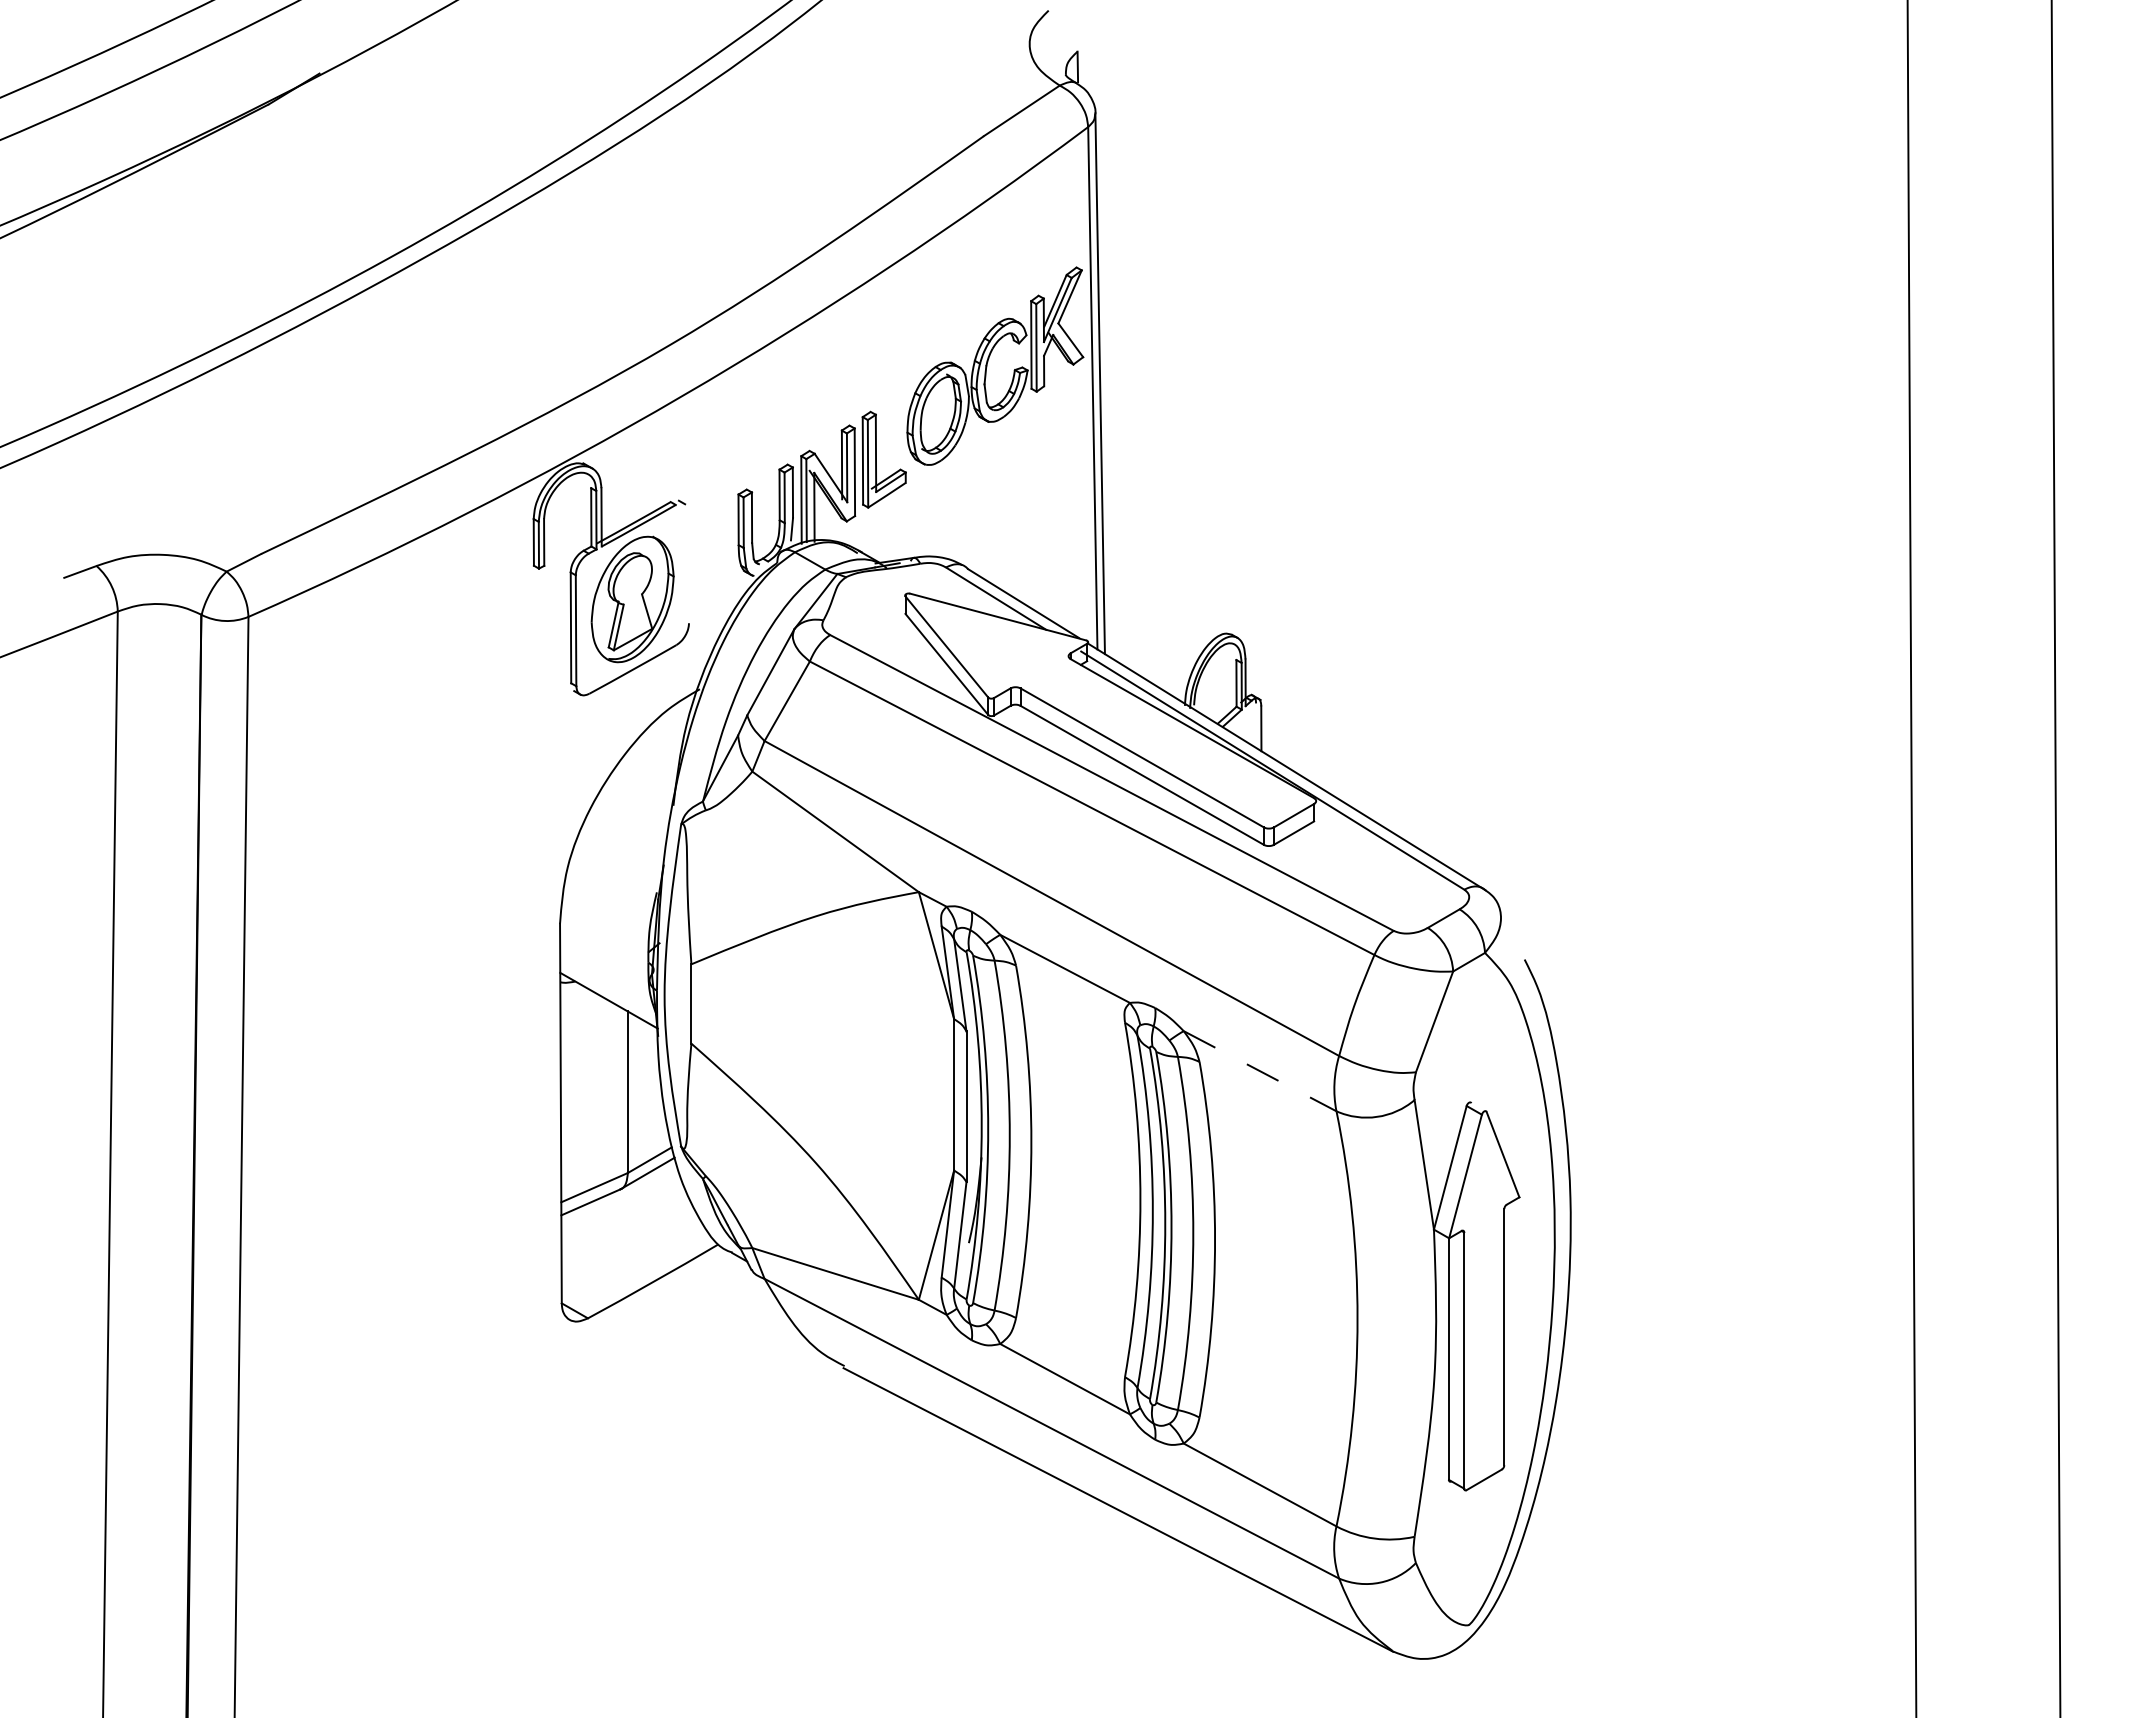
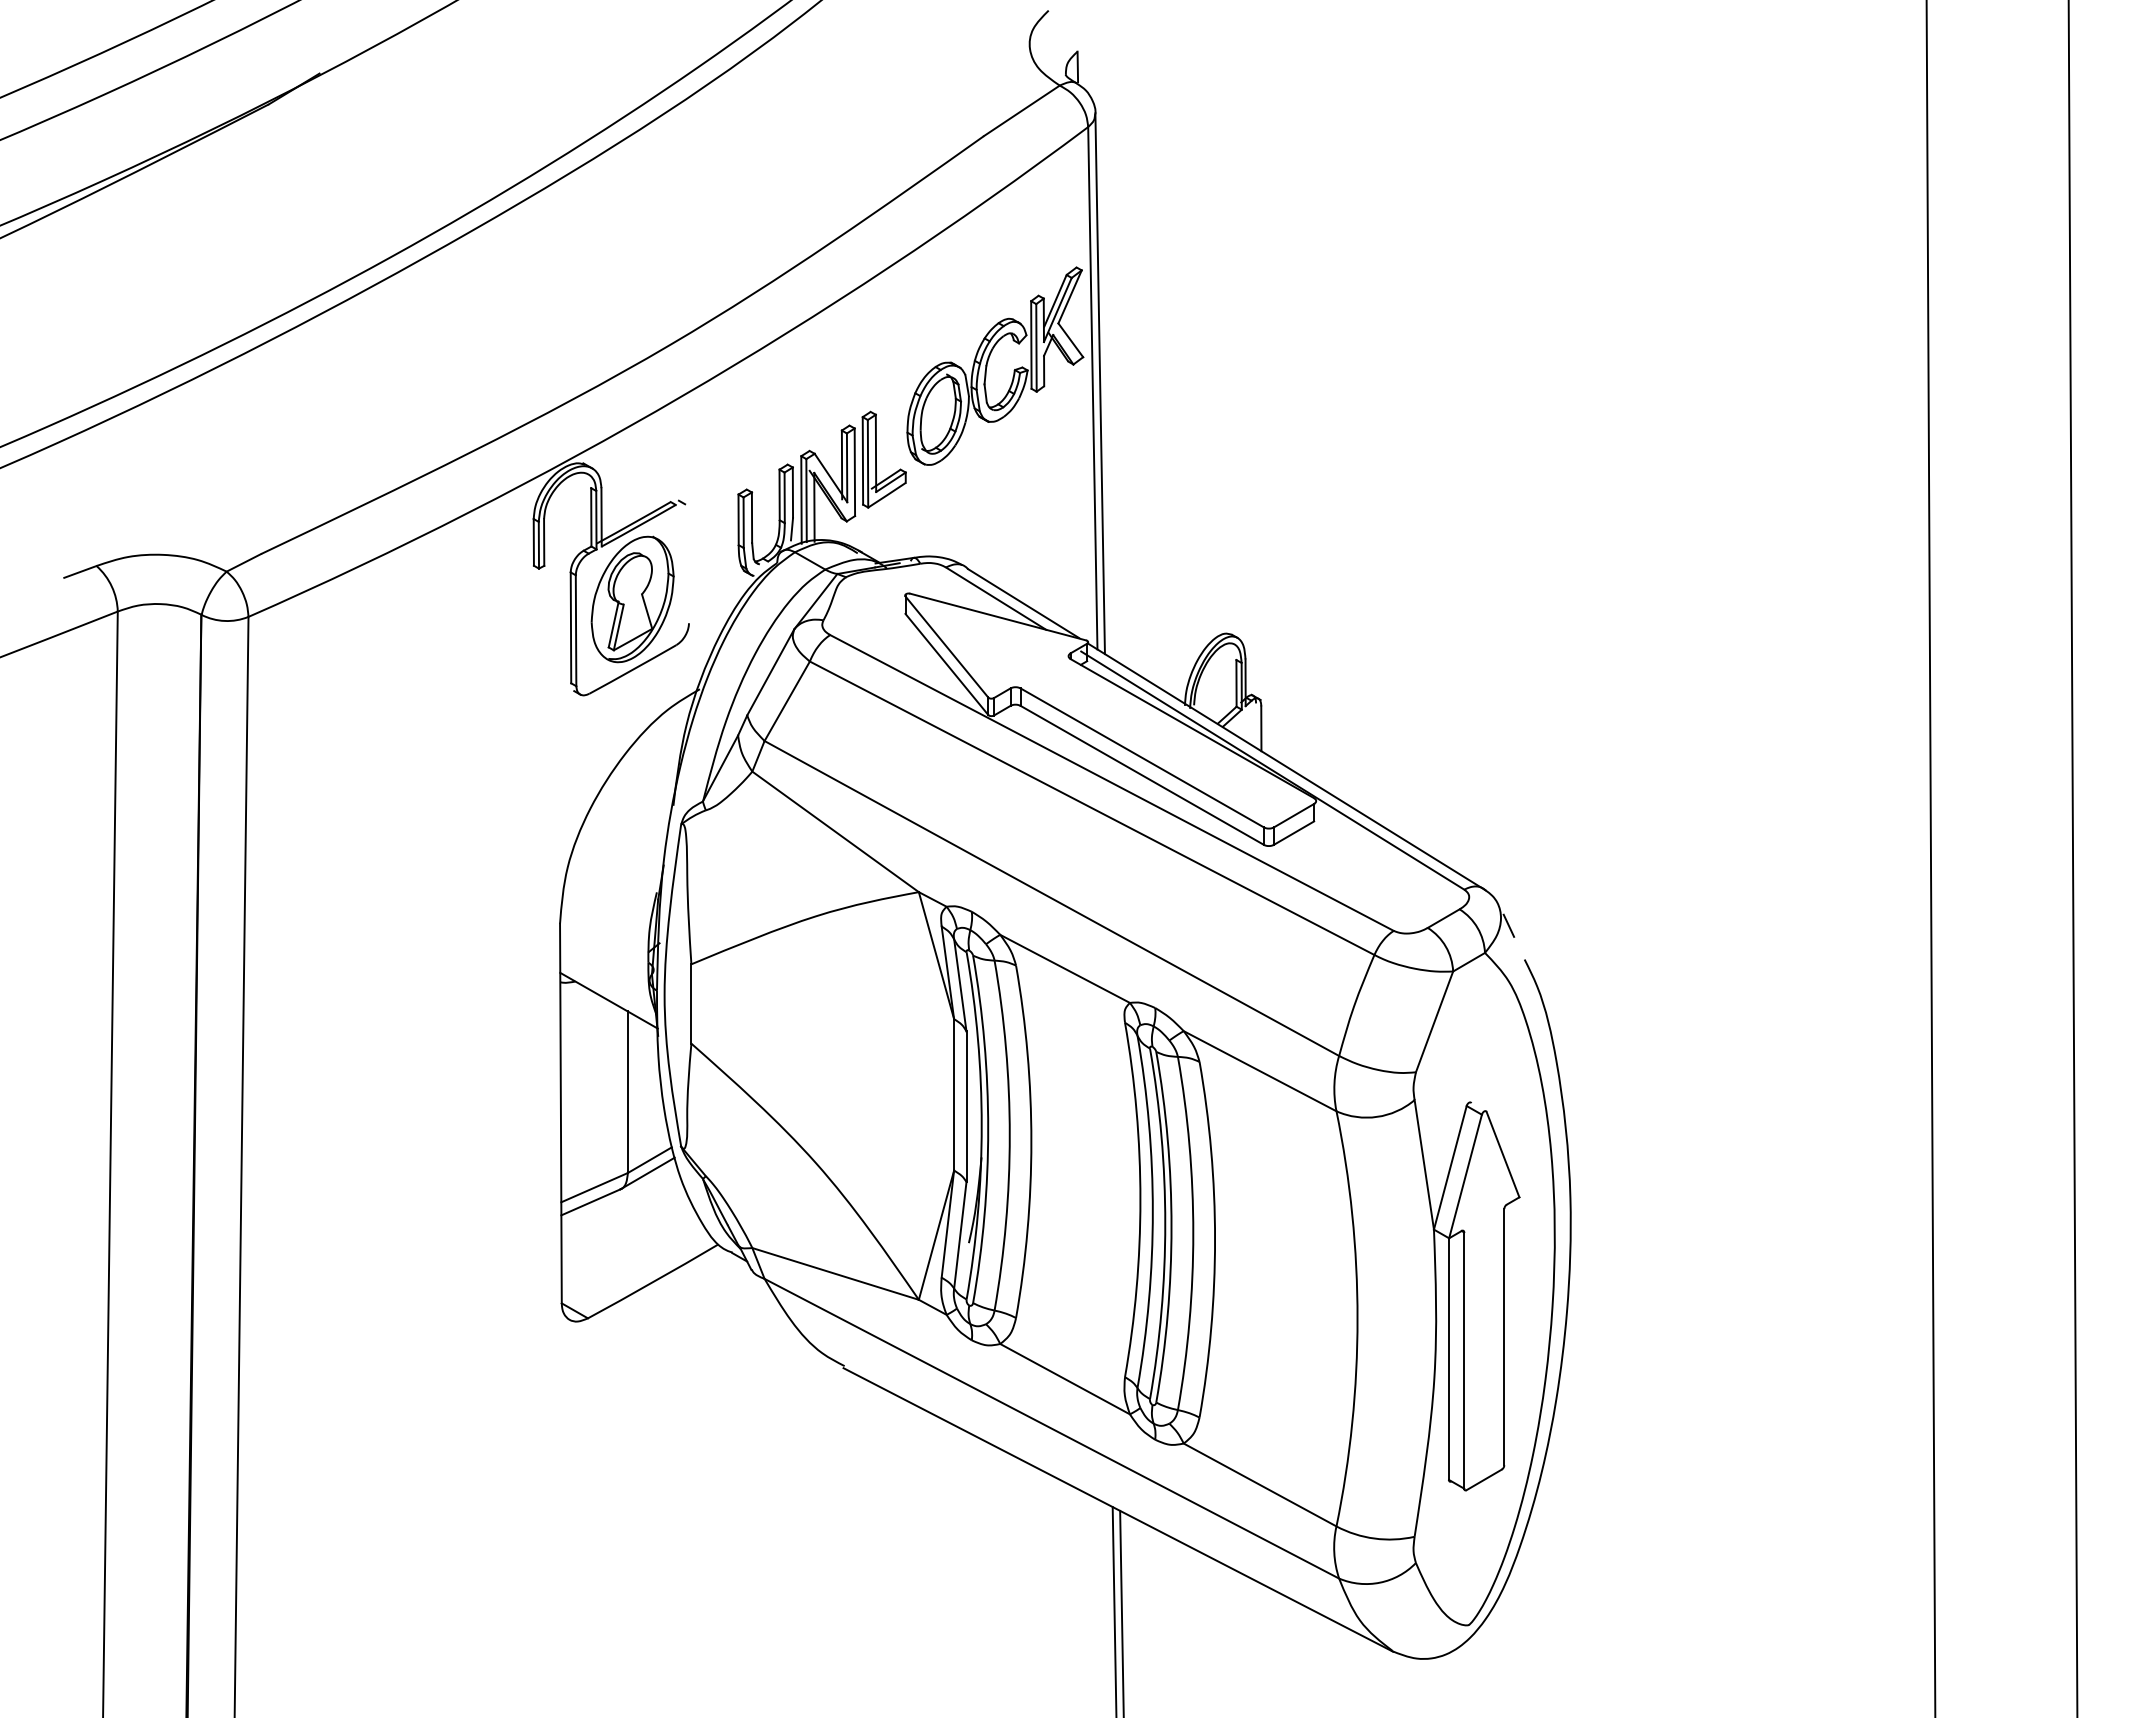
line at (1911, 858) position: (1911, 858) -> (1930, 858)
line at (2055, 858) position: (2055, 858) -> (2072, 858)
line at (1508, 925): none -> present
line at (1260, 1071): dashed -> solid
line at (1114, 1610): none -> present
line at (1121, 1612): none -> present
